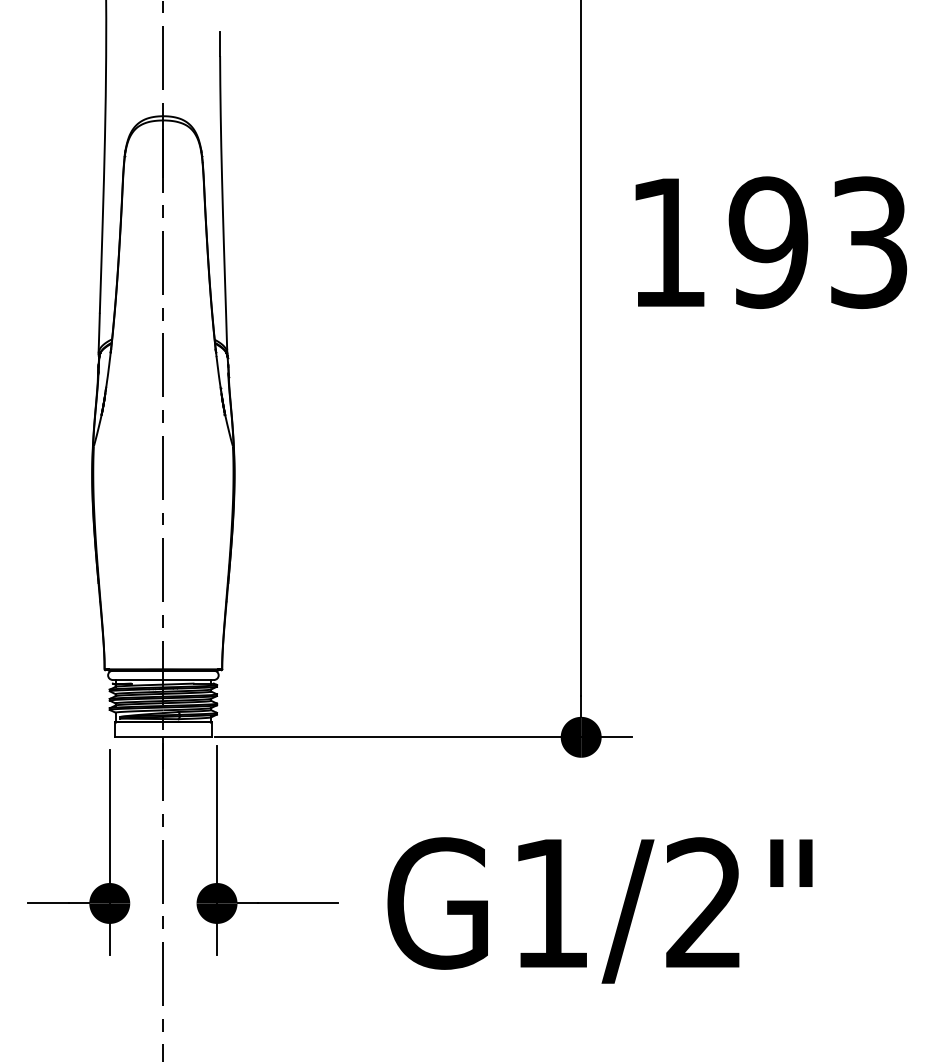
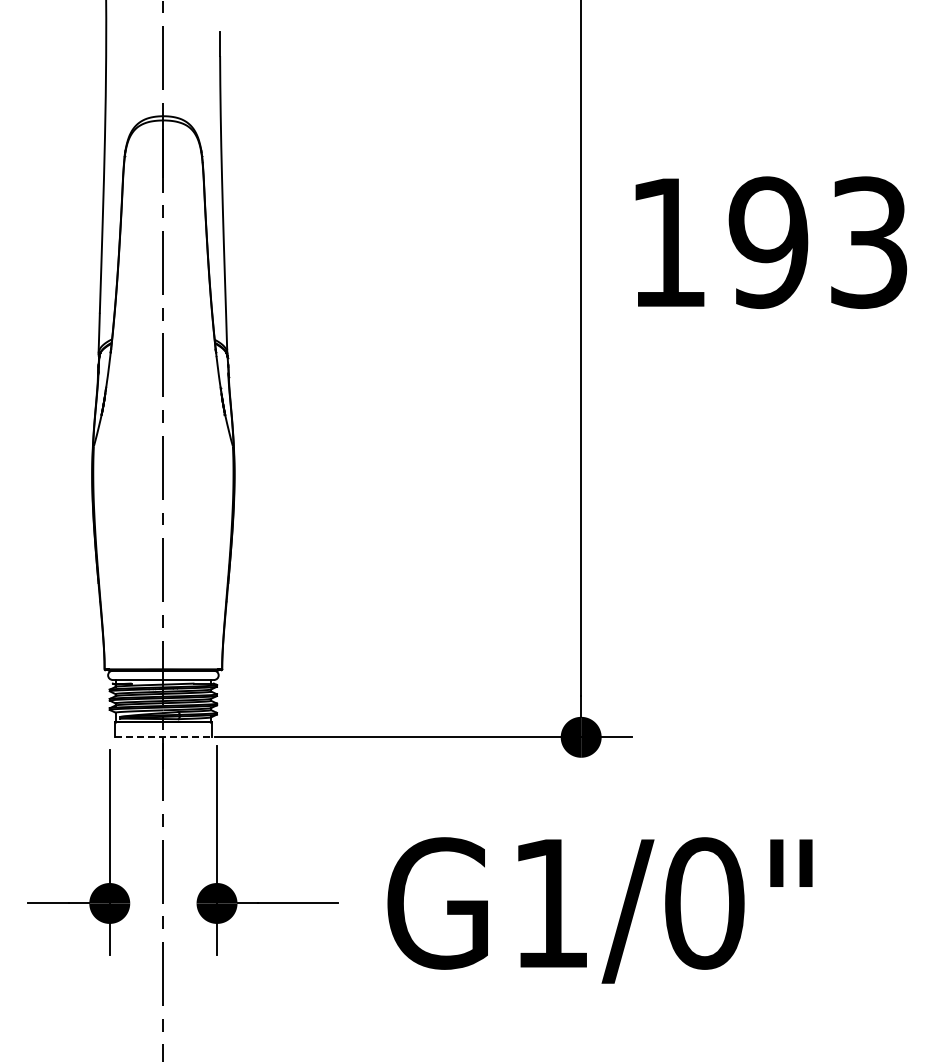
line at (163, 737): solid -> dashed
text at (704, 903): G1/2" -> G1/0"
